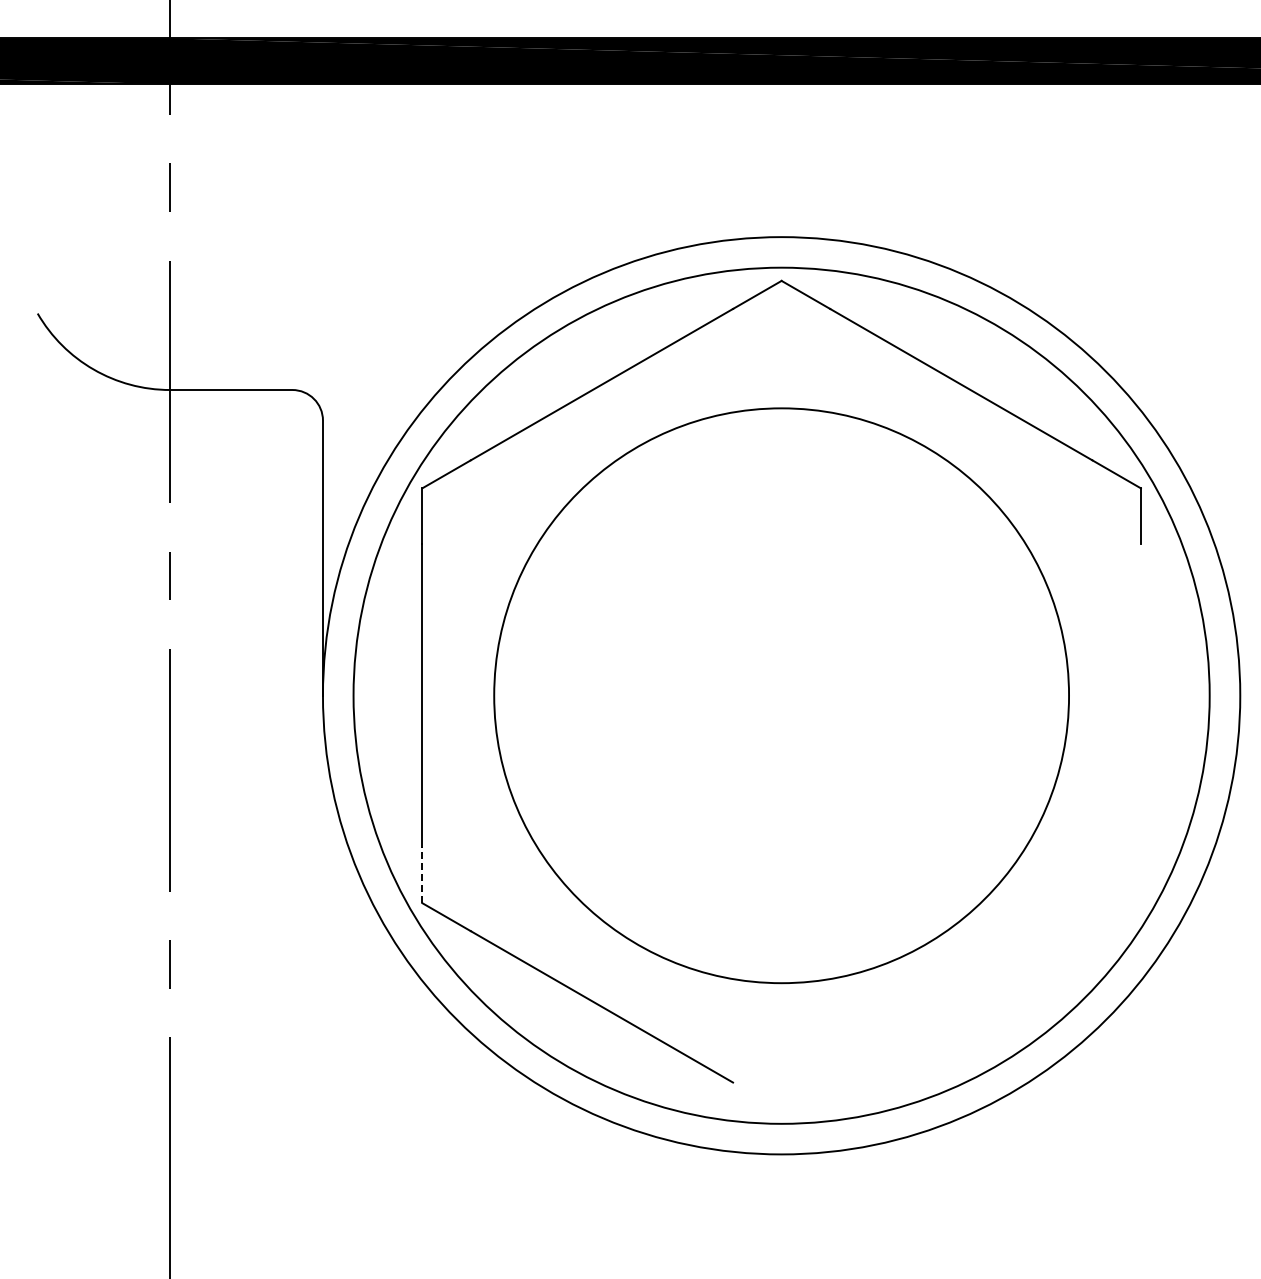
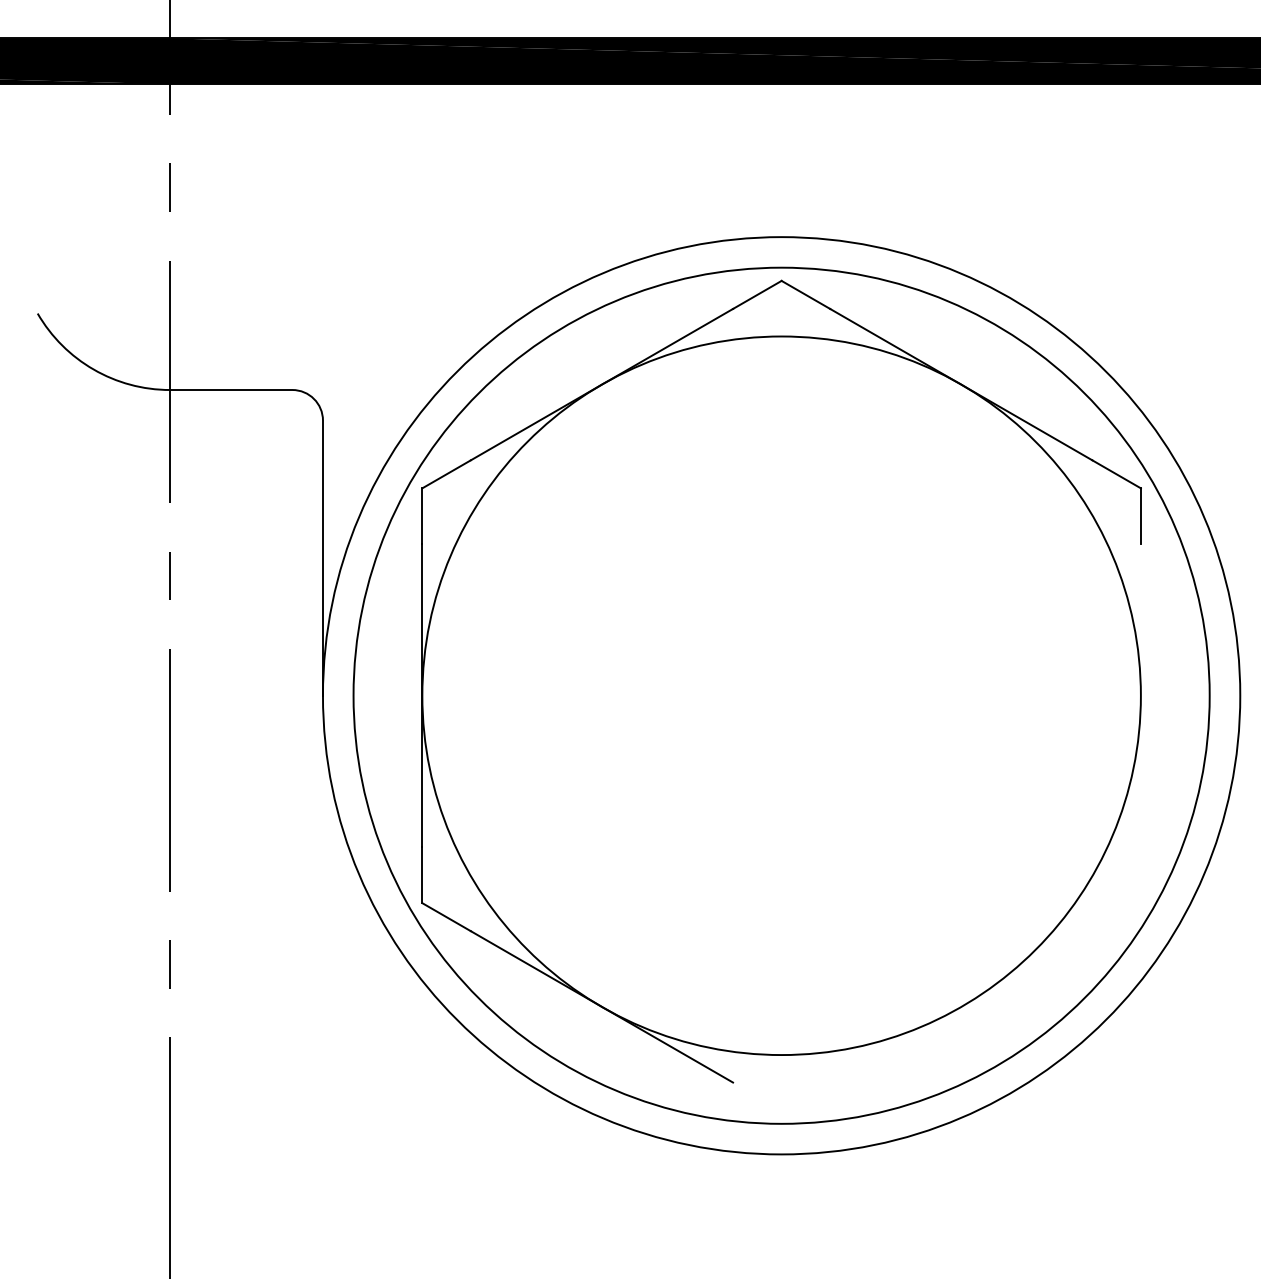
circle at (781, 695) diameter: 575 px -> 719 px
line at (422, 874): dashed -> solid
